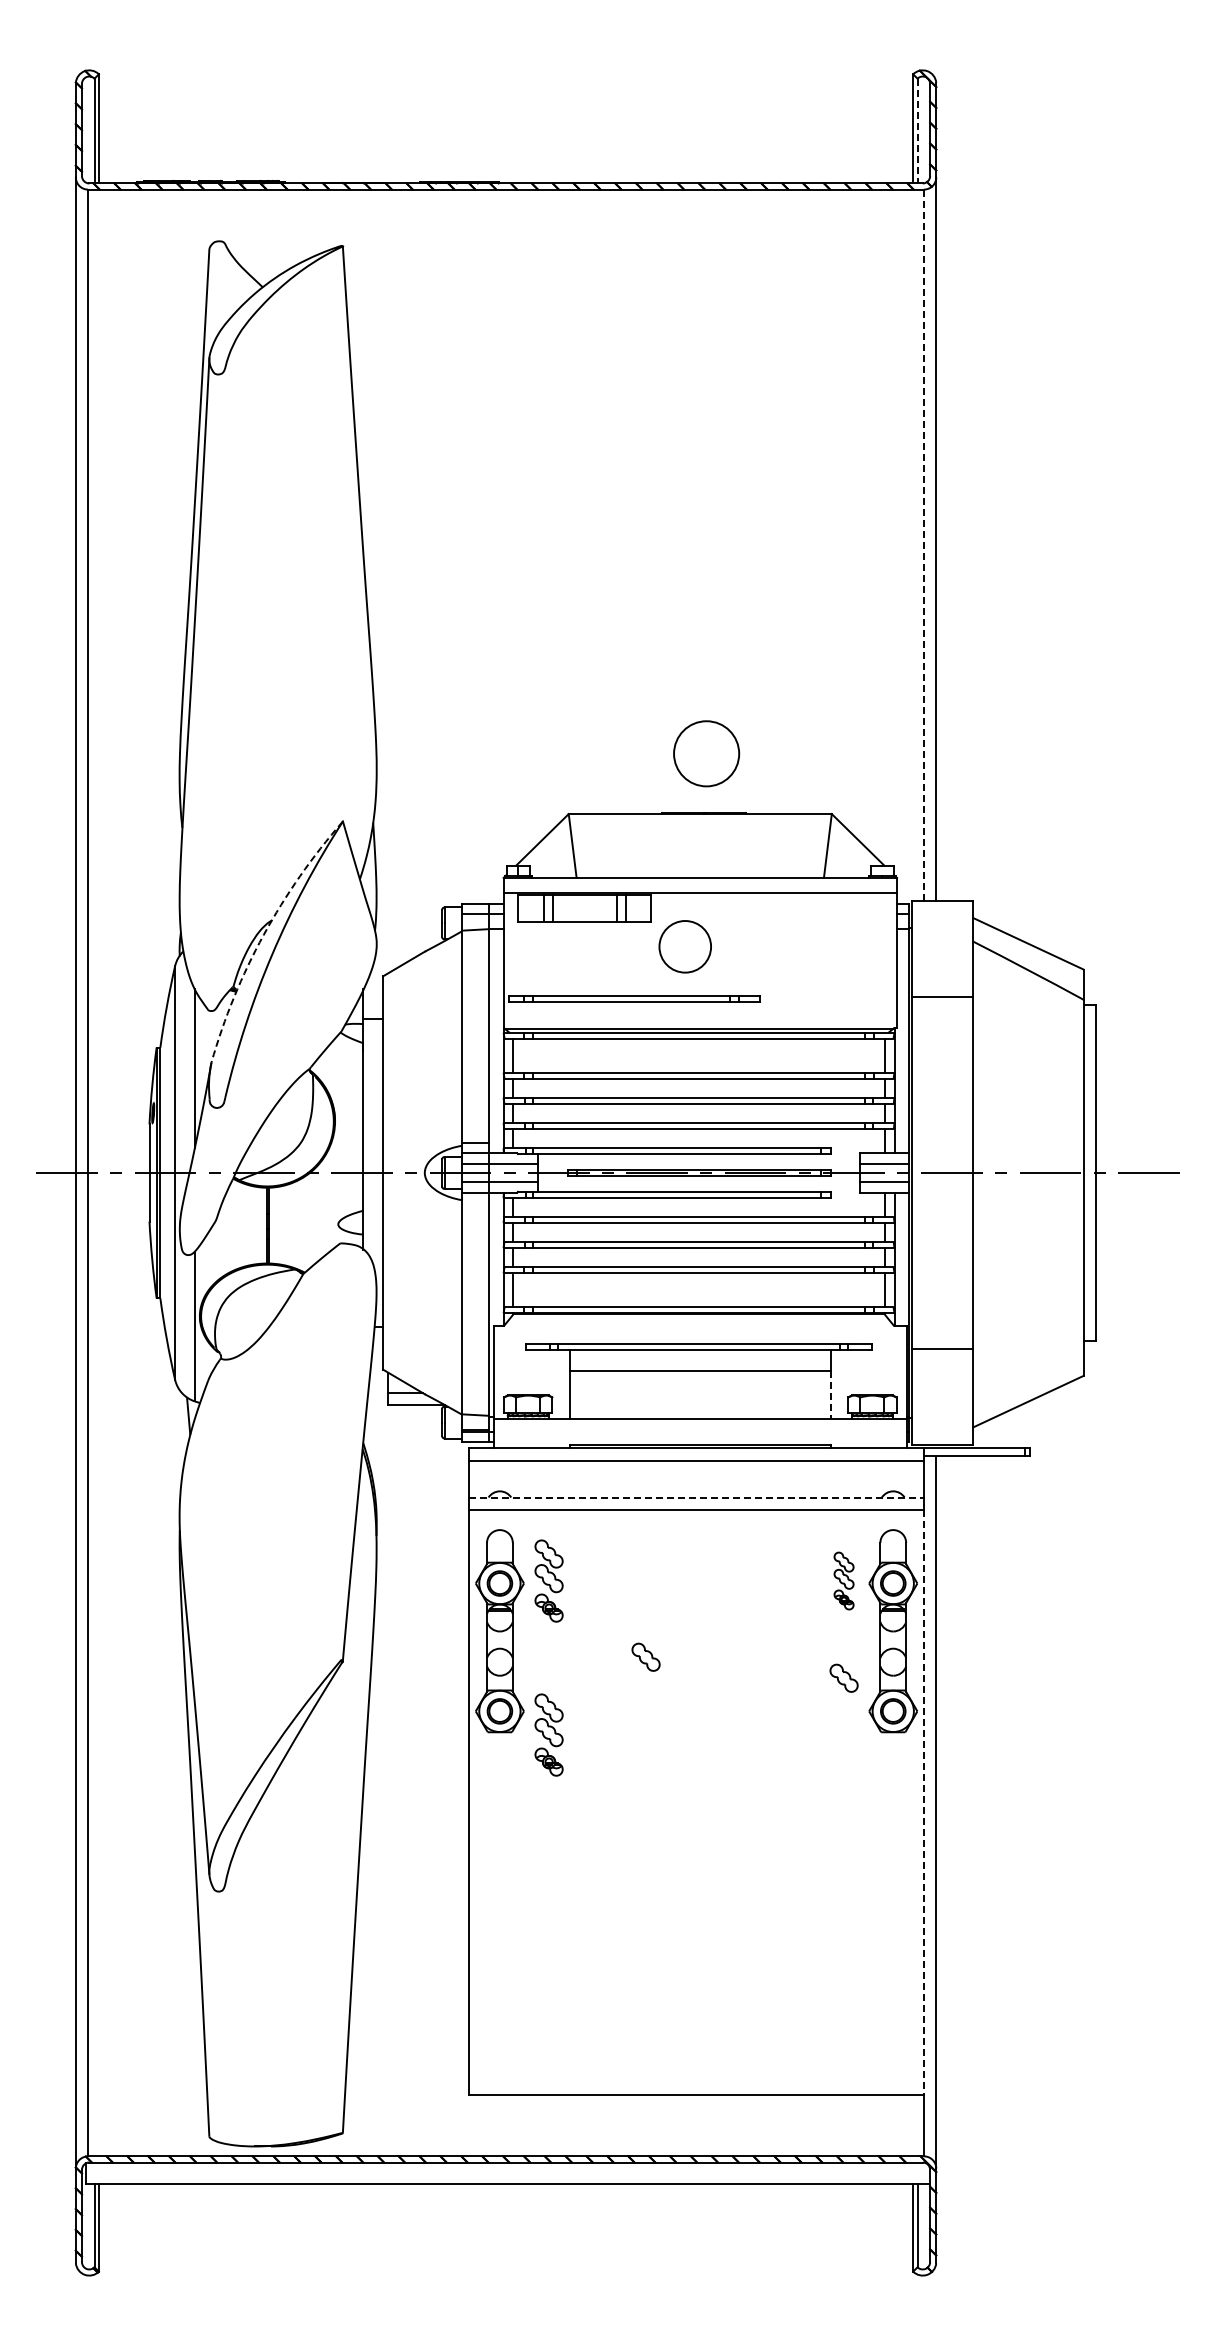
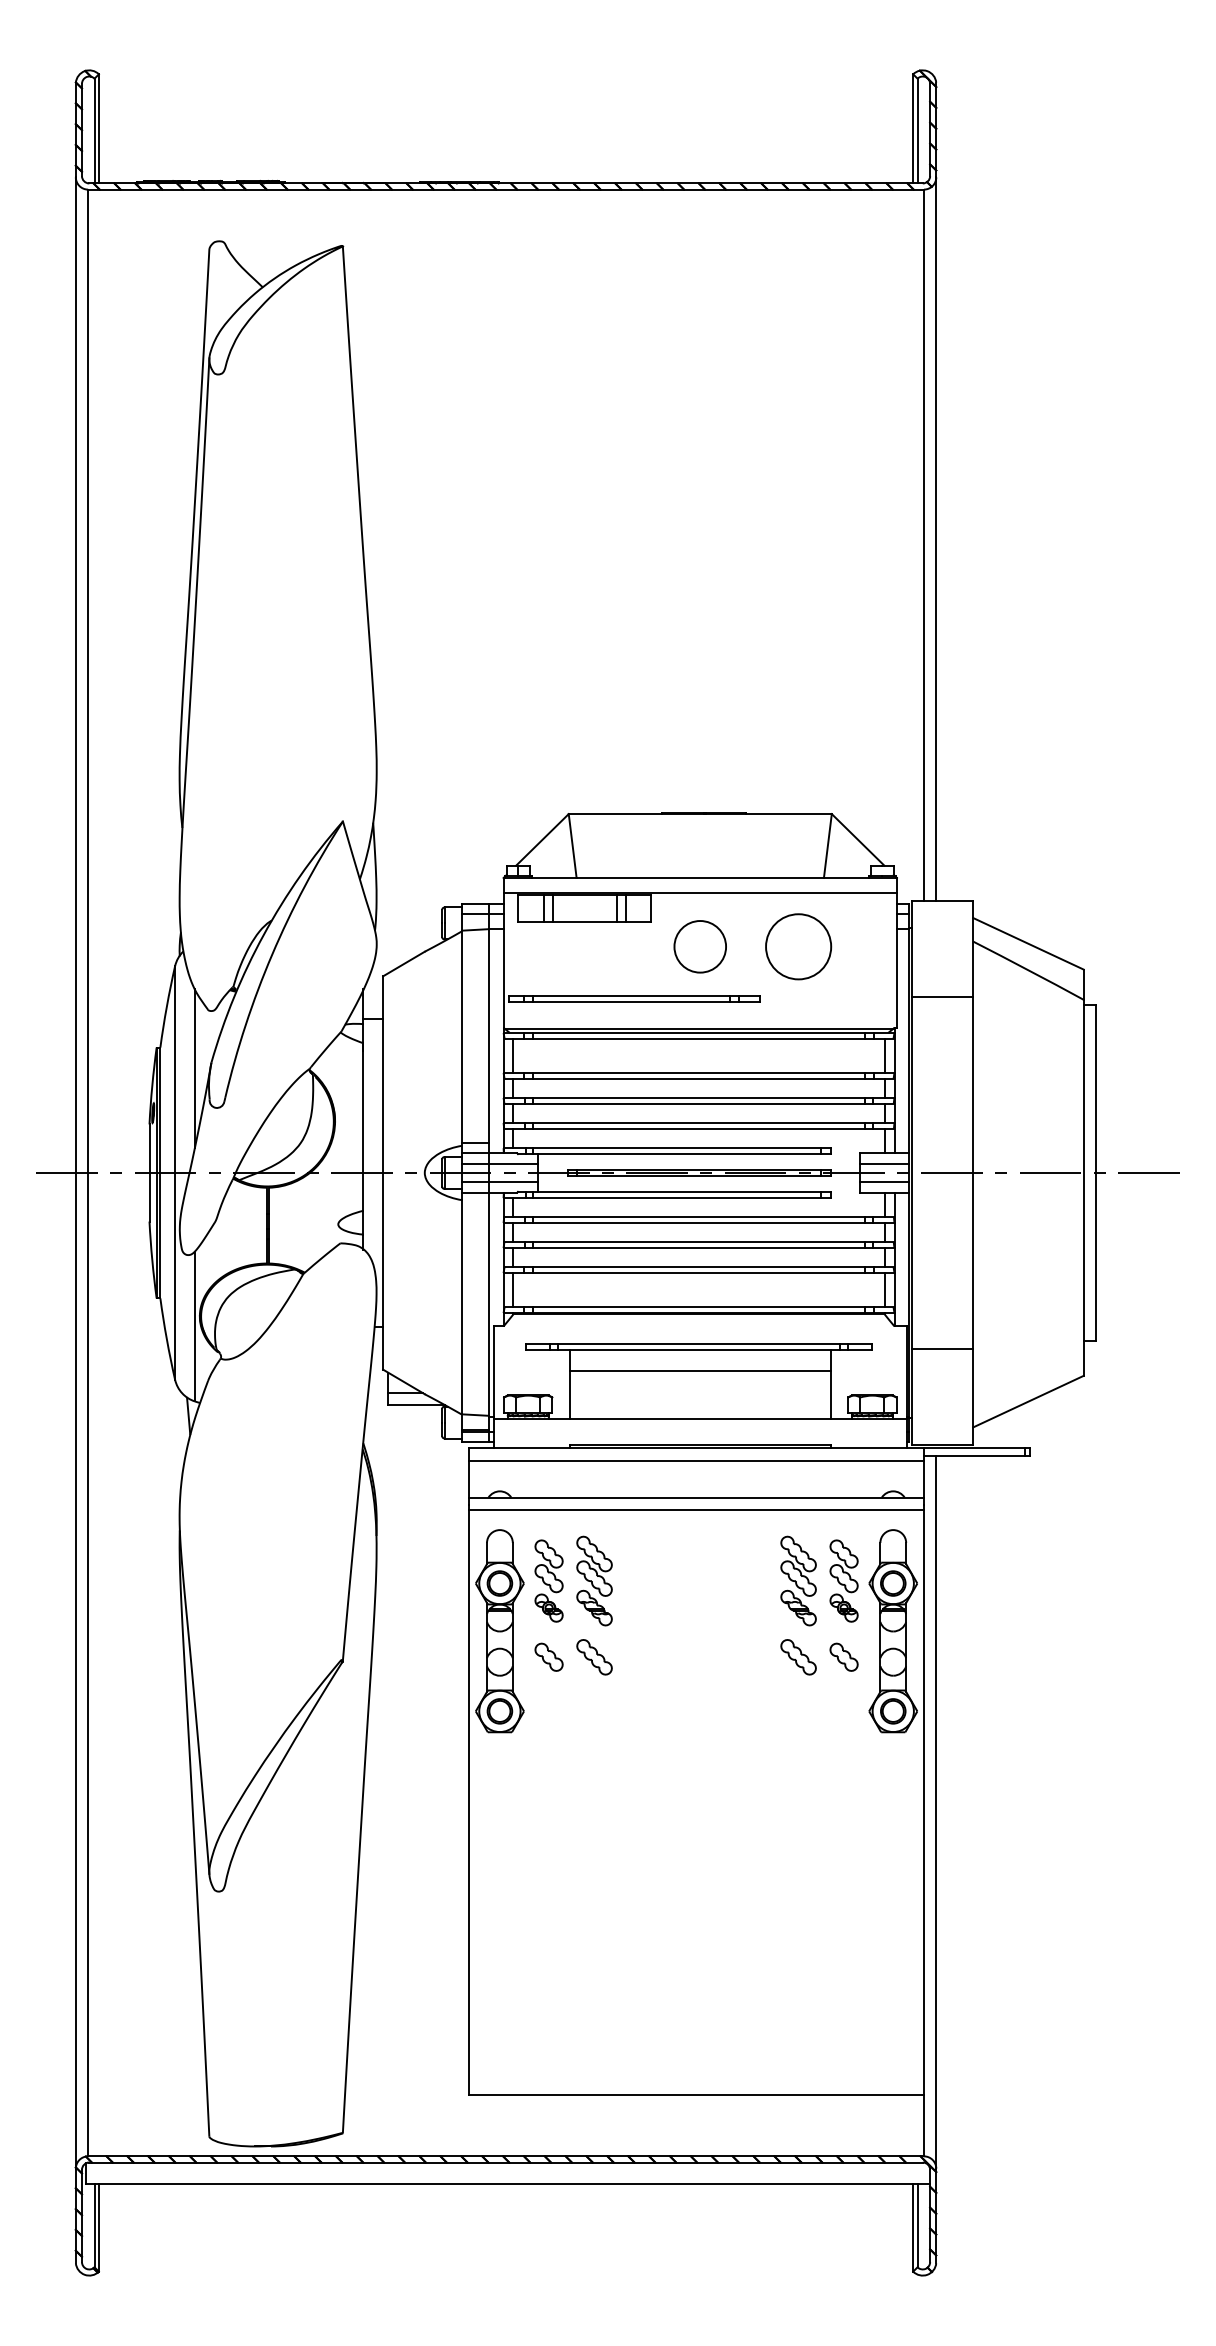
line at (917, 131): dashed -> solid
line at (924, 545): dashed -> solid
circle at (706, 753) position: (706, 753) -> (798, 946)
arc at (263, 934): dashed -> solid
circle at (684, 946) position: (684, 946) -> (699, 946)
line at (830, 1394): dashed -> solid
line at (697, 1497): dashed -> solid
part at (594, 1580): none -> present
part at (798, 1580): none -> present
part at (843, 1580) size: 22x60 px -> 30x84 px
part at (645, 1656) position: (645, 1656) -> (548, 1656)
part at (594, 1657): none -> present
part at (798, 1657): none -> present
part at (843, 1677) position: (843, 1677) -> (843, 1656)
part at (548, 1734): present -> none
line at (924, 1802): dashed -> solid
